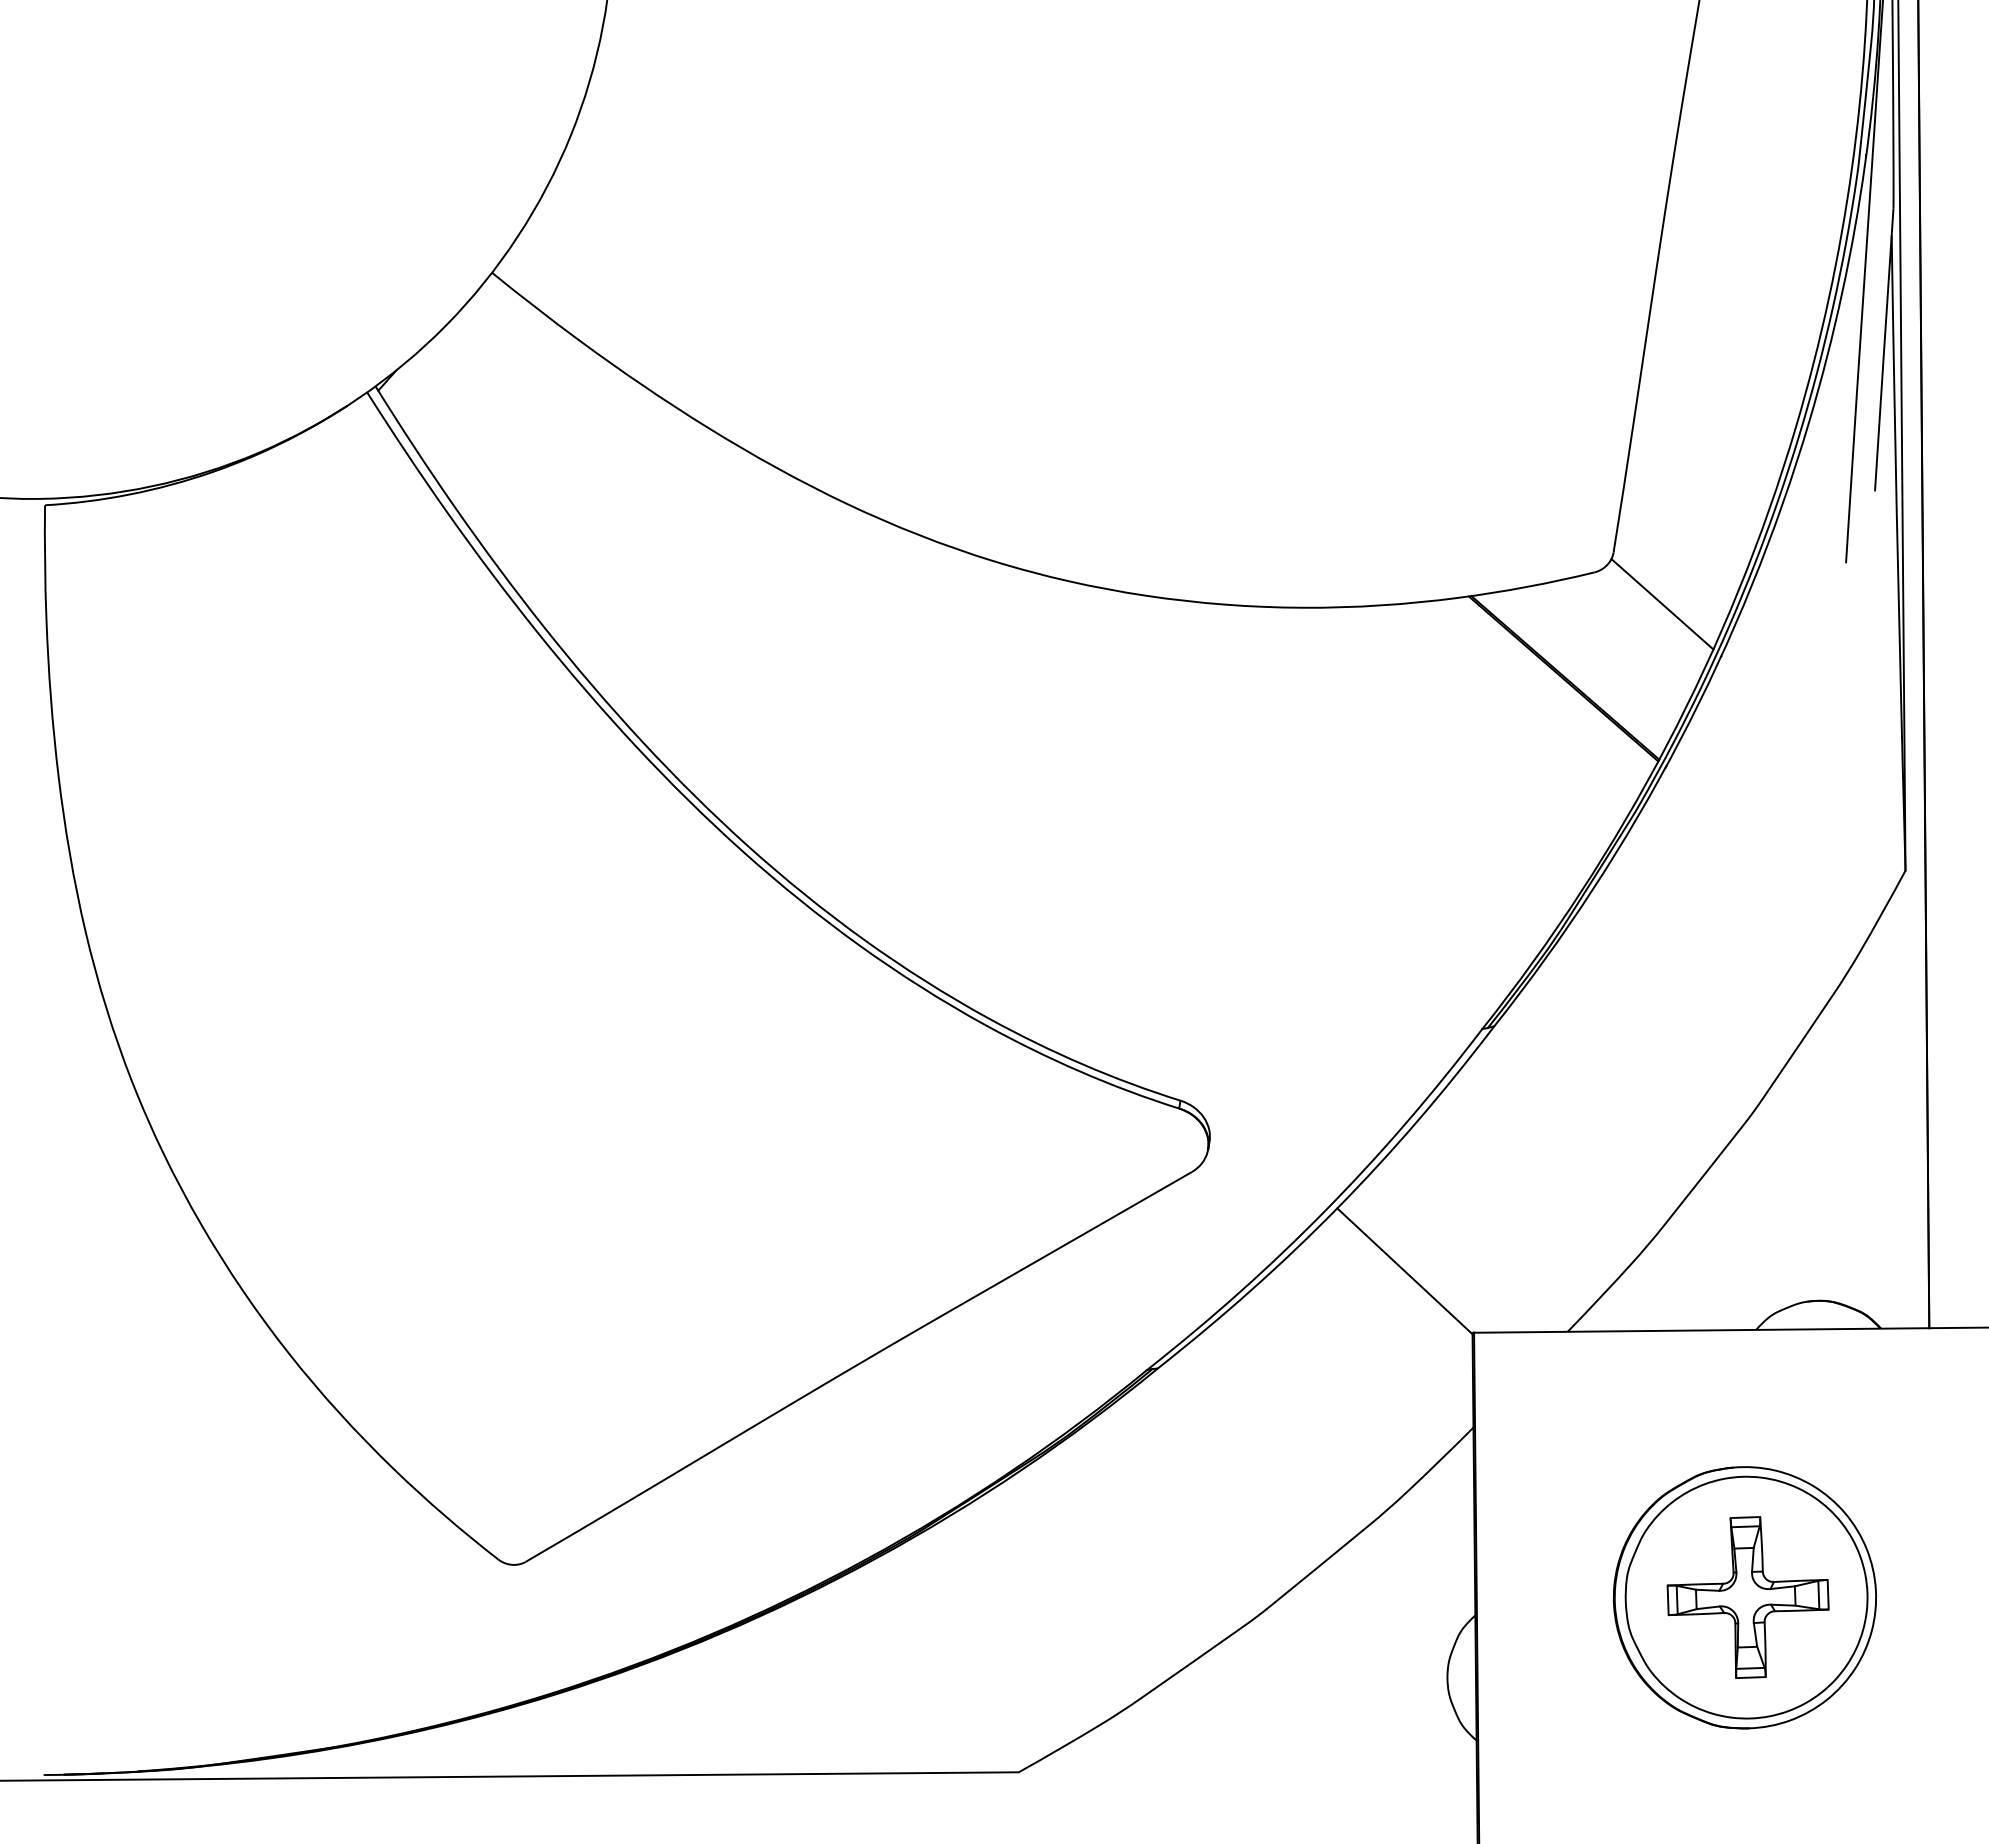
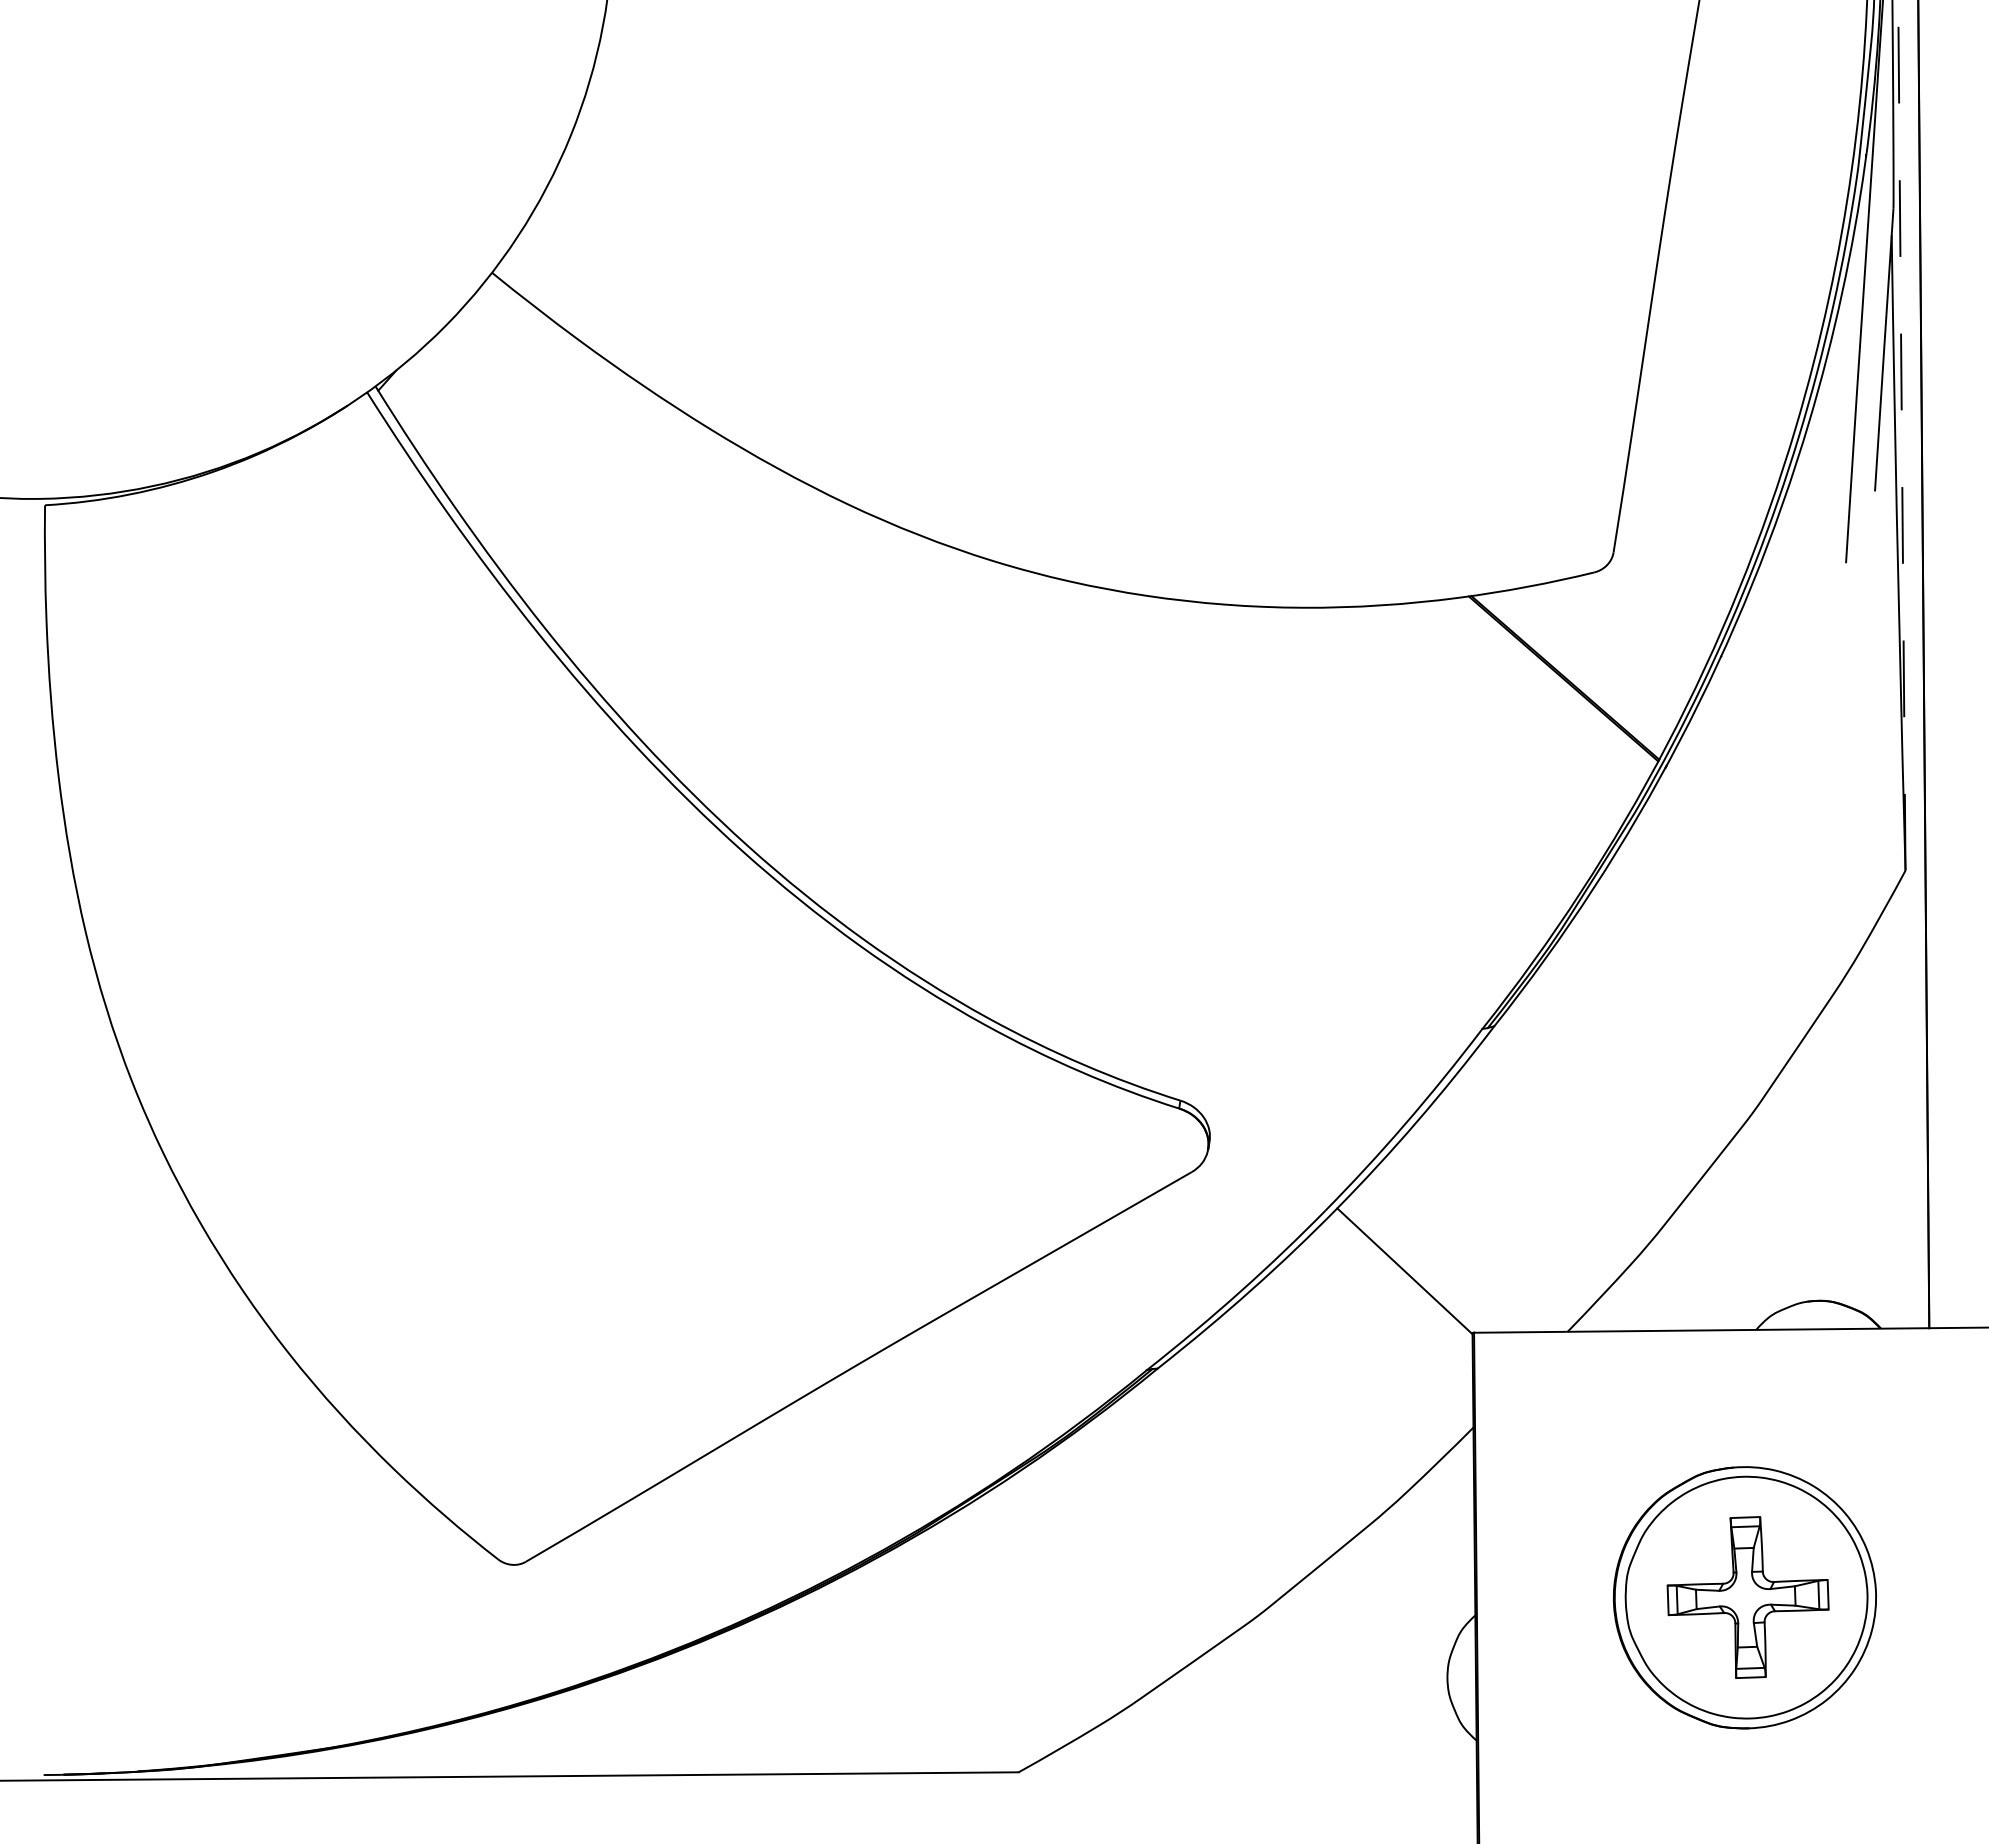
line at (1901, 434): solid -> dashed
line at (1662, 604): present -> none
